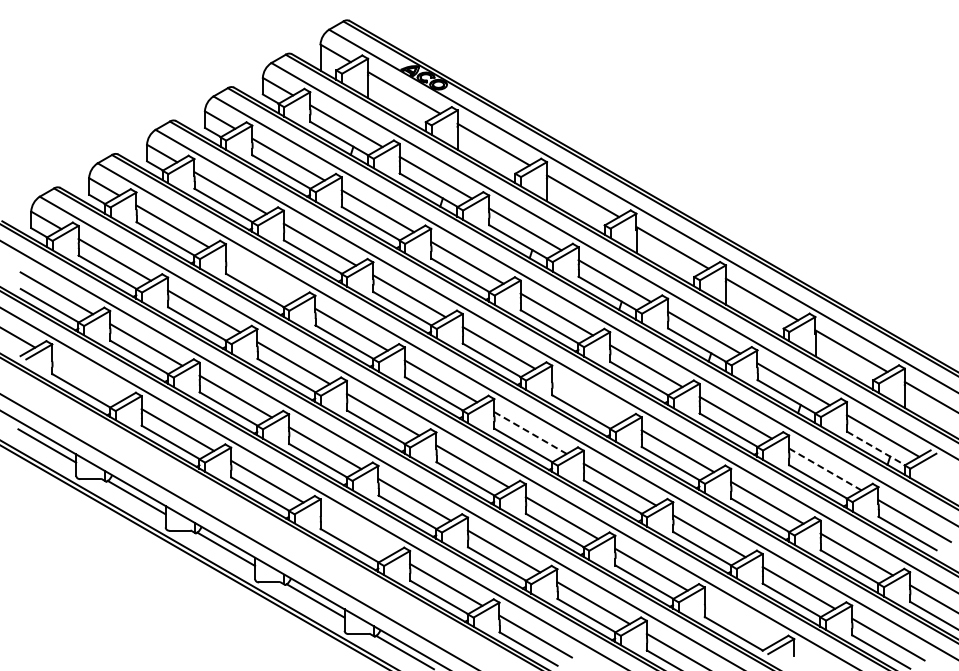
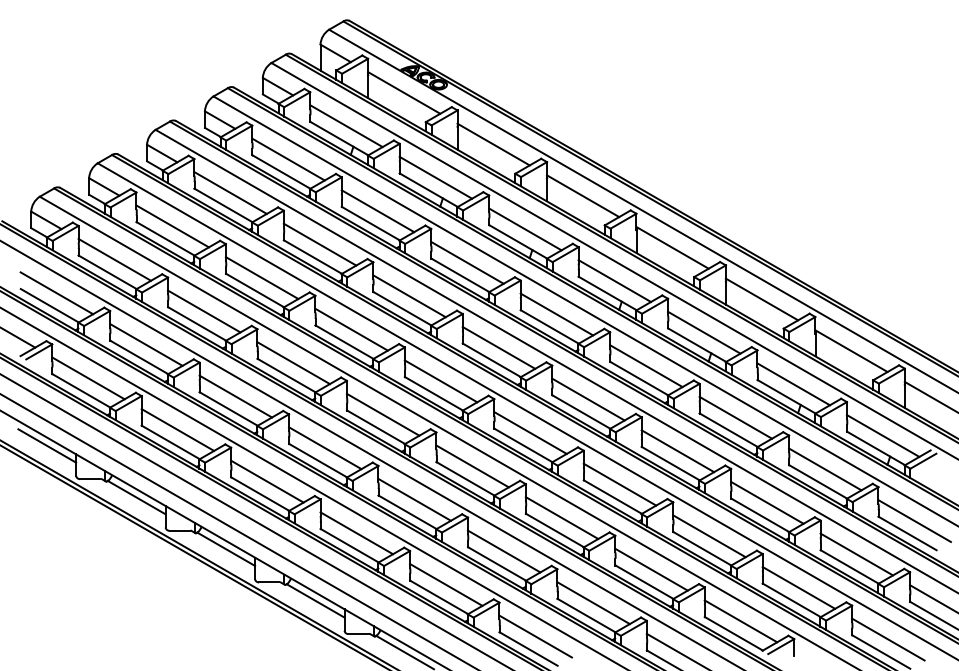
line at (261, 277): none -> present
line at (88, 378): none -> present
line at (588, 399): none -> present
line at (530, 433): dashed -> solid
line at (876, 448): dashed -> solid
line at (825, 469): dashed -> solid
line at (255, 521): none -> present
line at (356, 533): none -> present
line at (740, 621): none -> present
